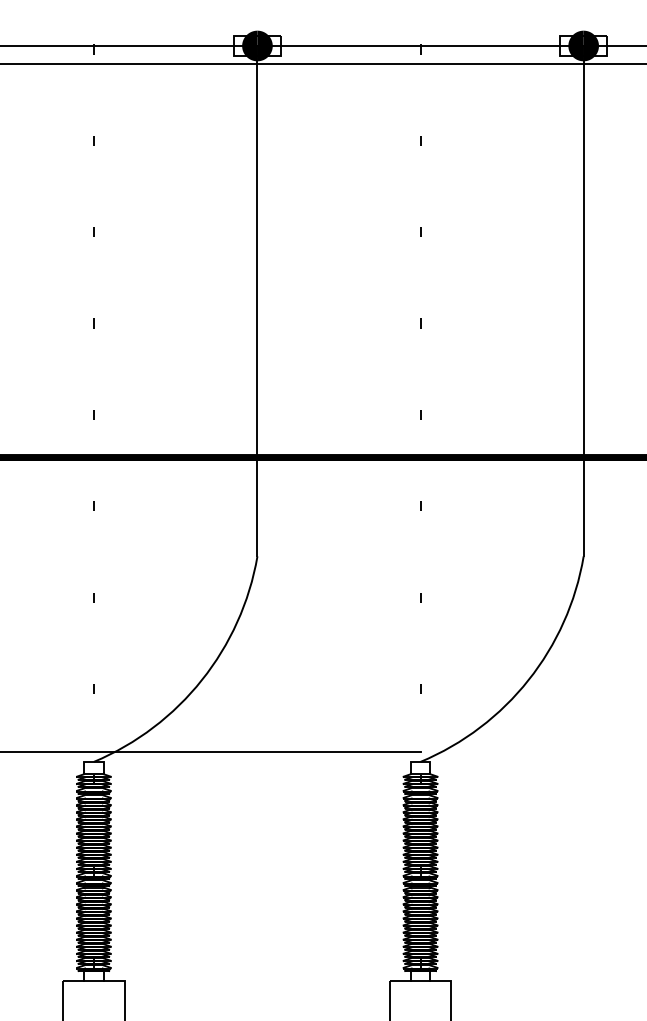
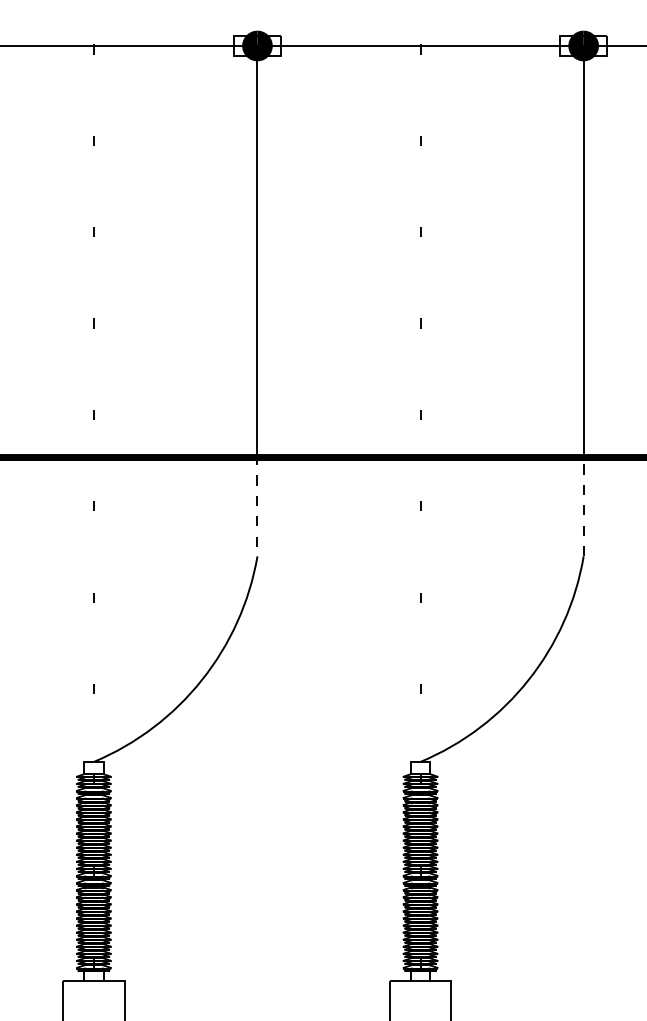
line at (322, 63): present -> none
line at (257, 505): solid -> dashed
line at (583, 505): solid -> dashed
line at (211, 751): present -> none
